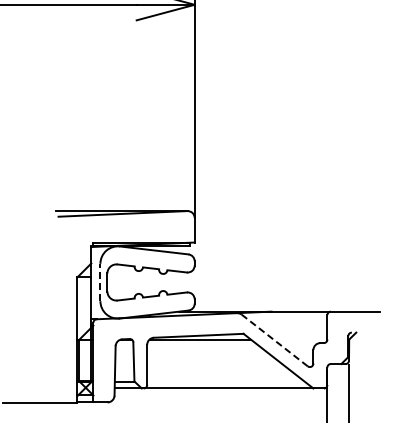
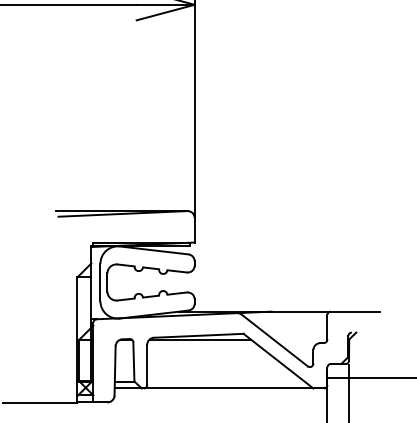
line at (100, 282): dashed -> solid
line at (274, 340): dashed -> solid
line at (370, 378): none -> present
